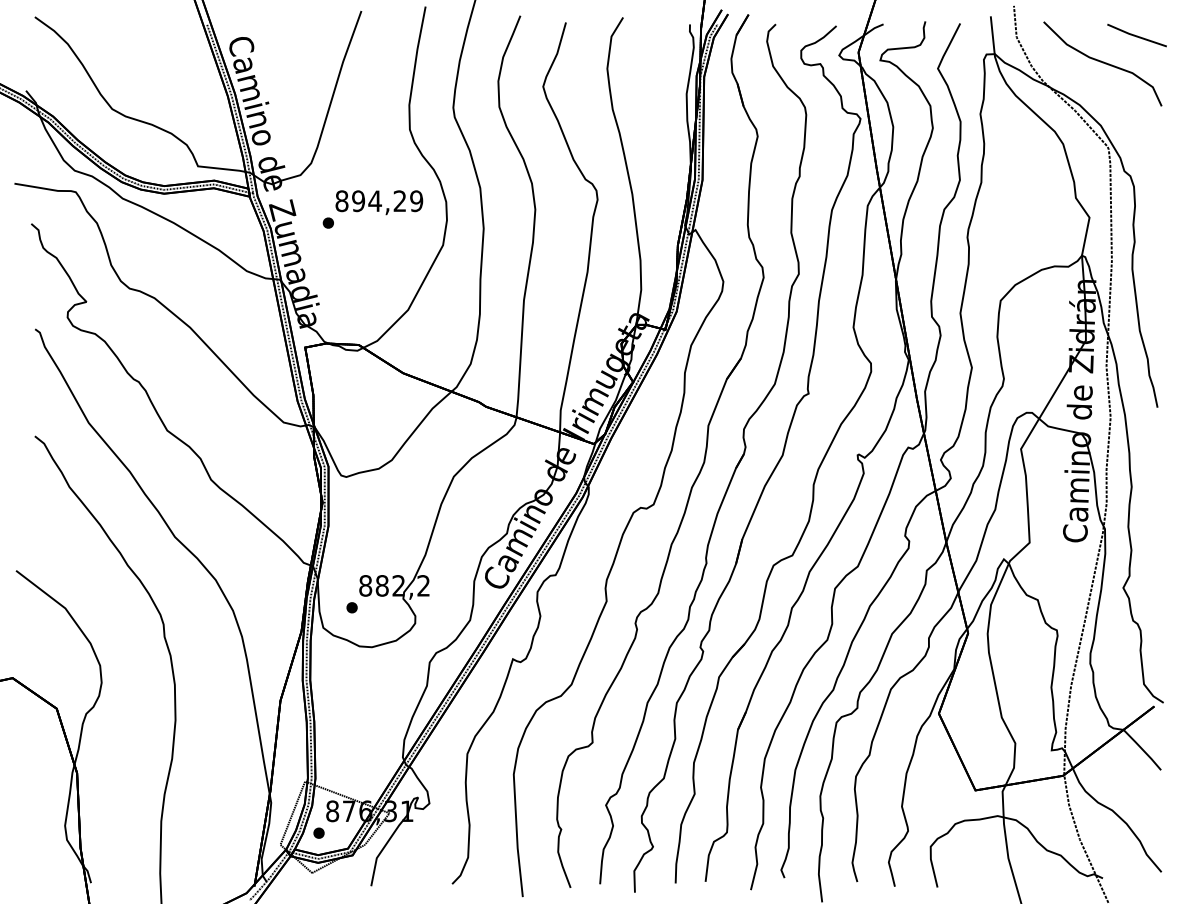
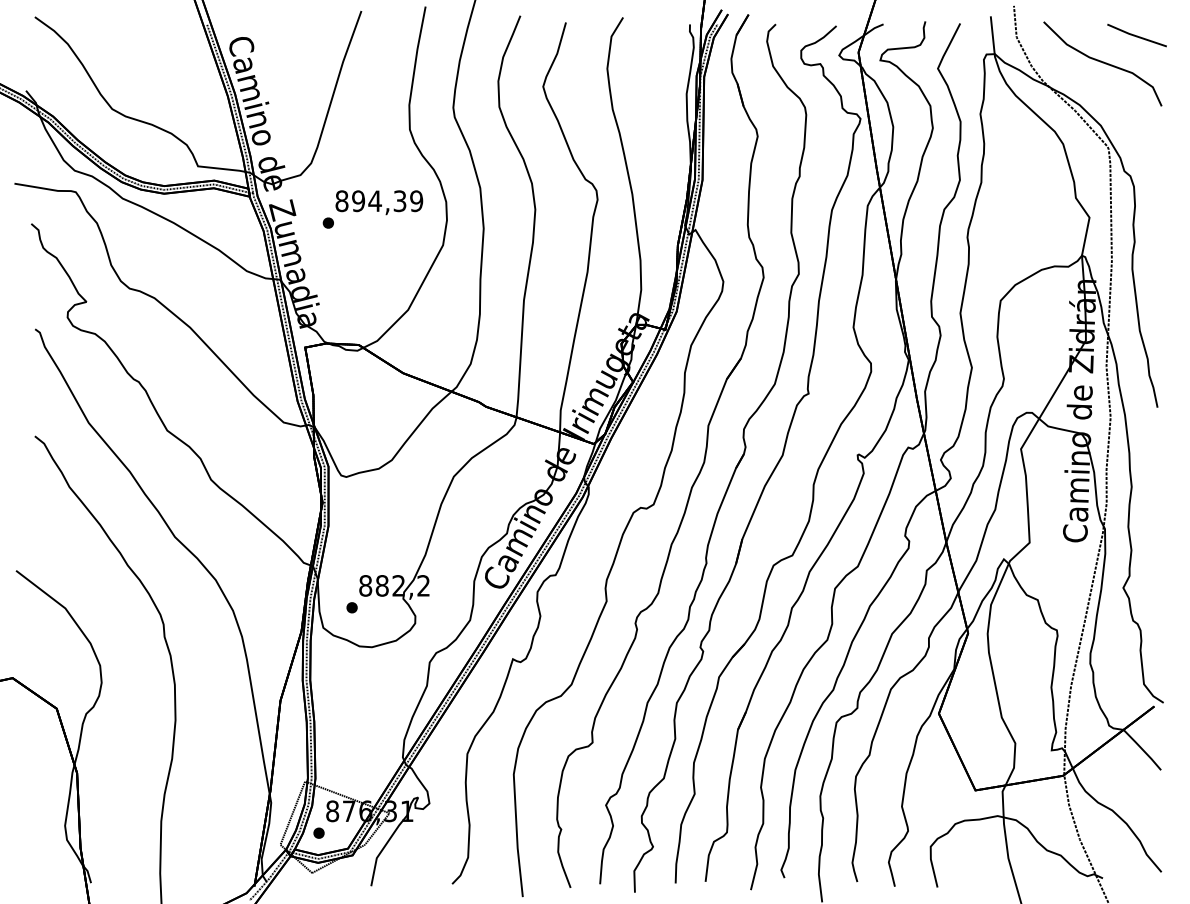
text at (399, 201): 894,29 -> 894,39
